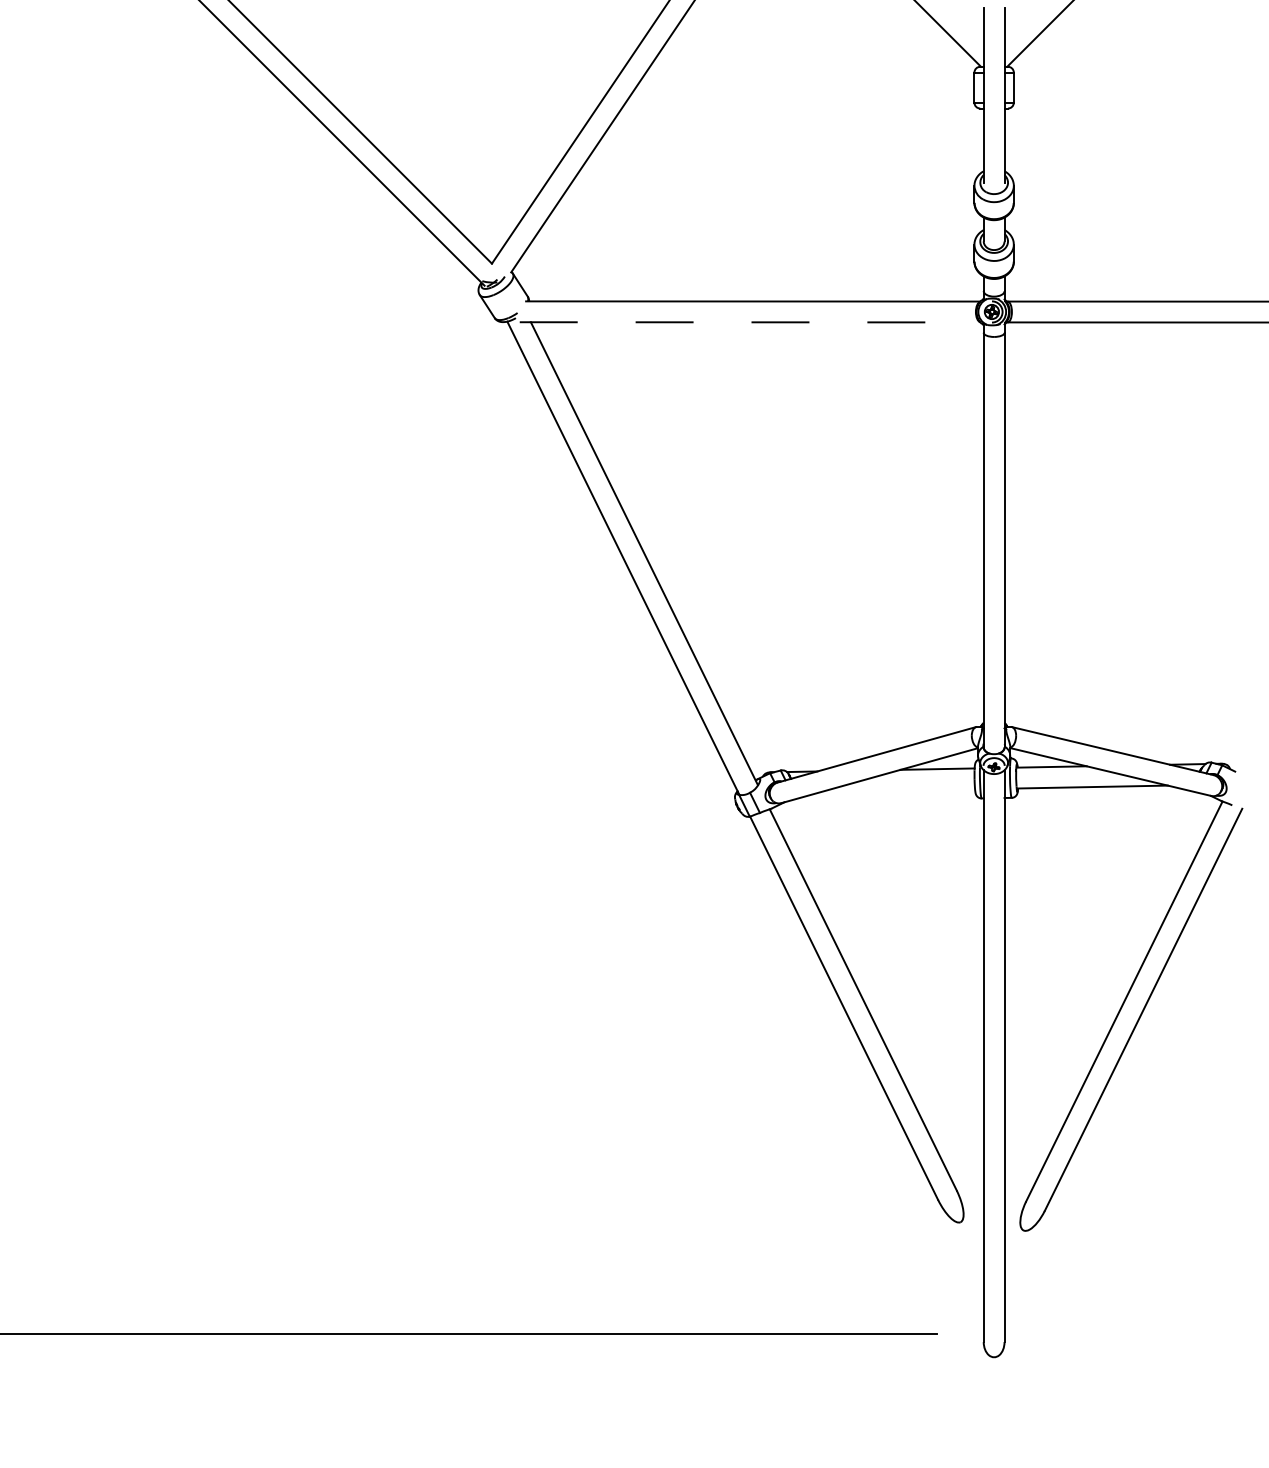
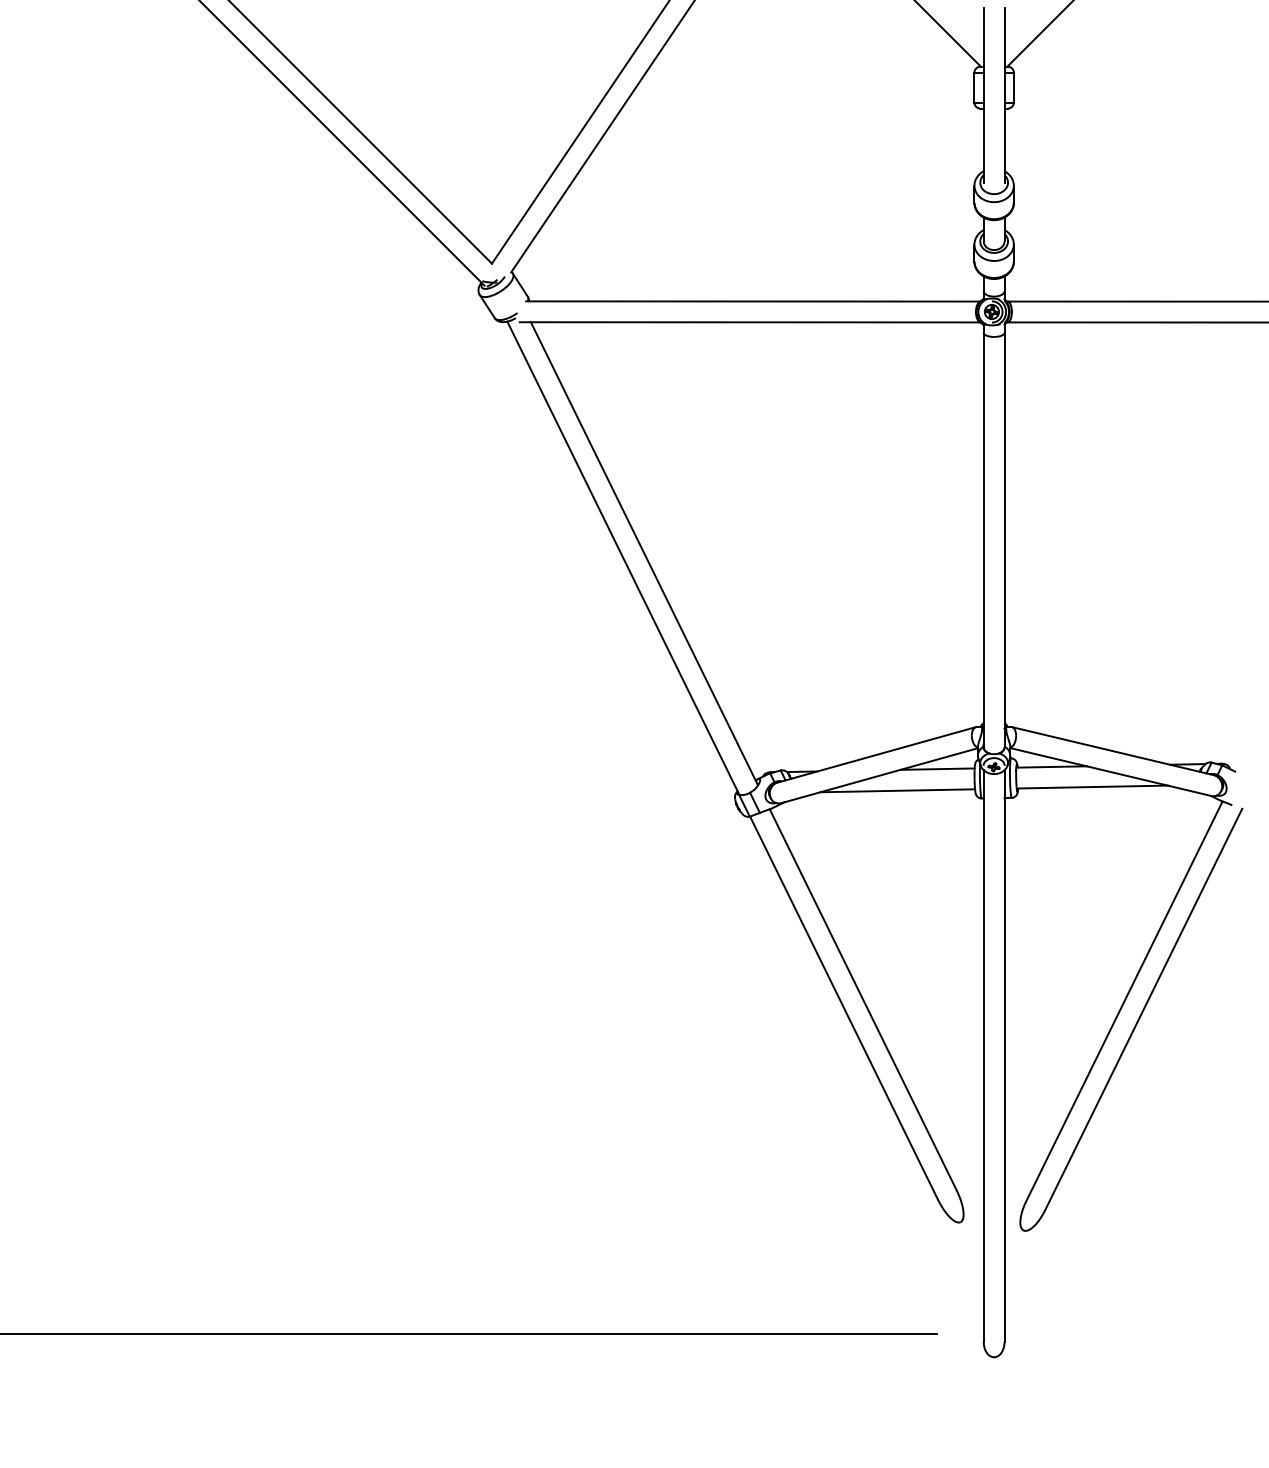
line at (750, 322): dashed -> solid
line at (897, 790): none -> present
